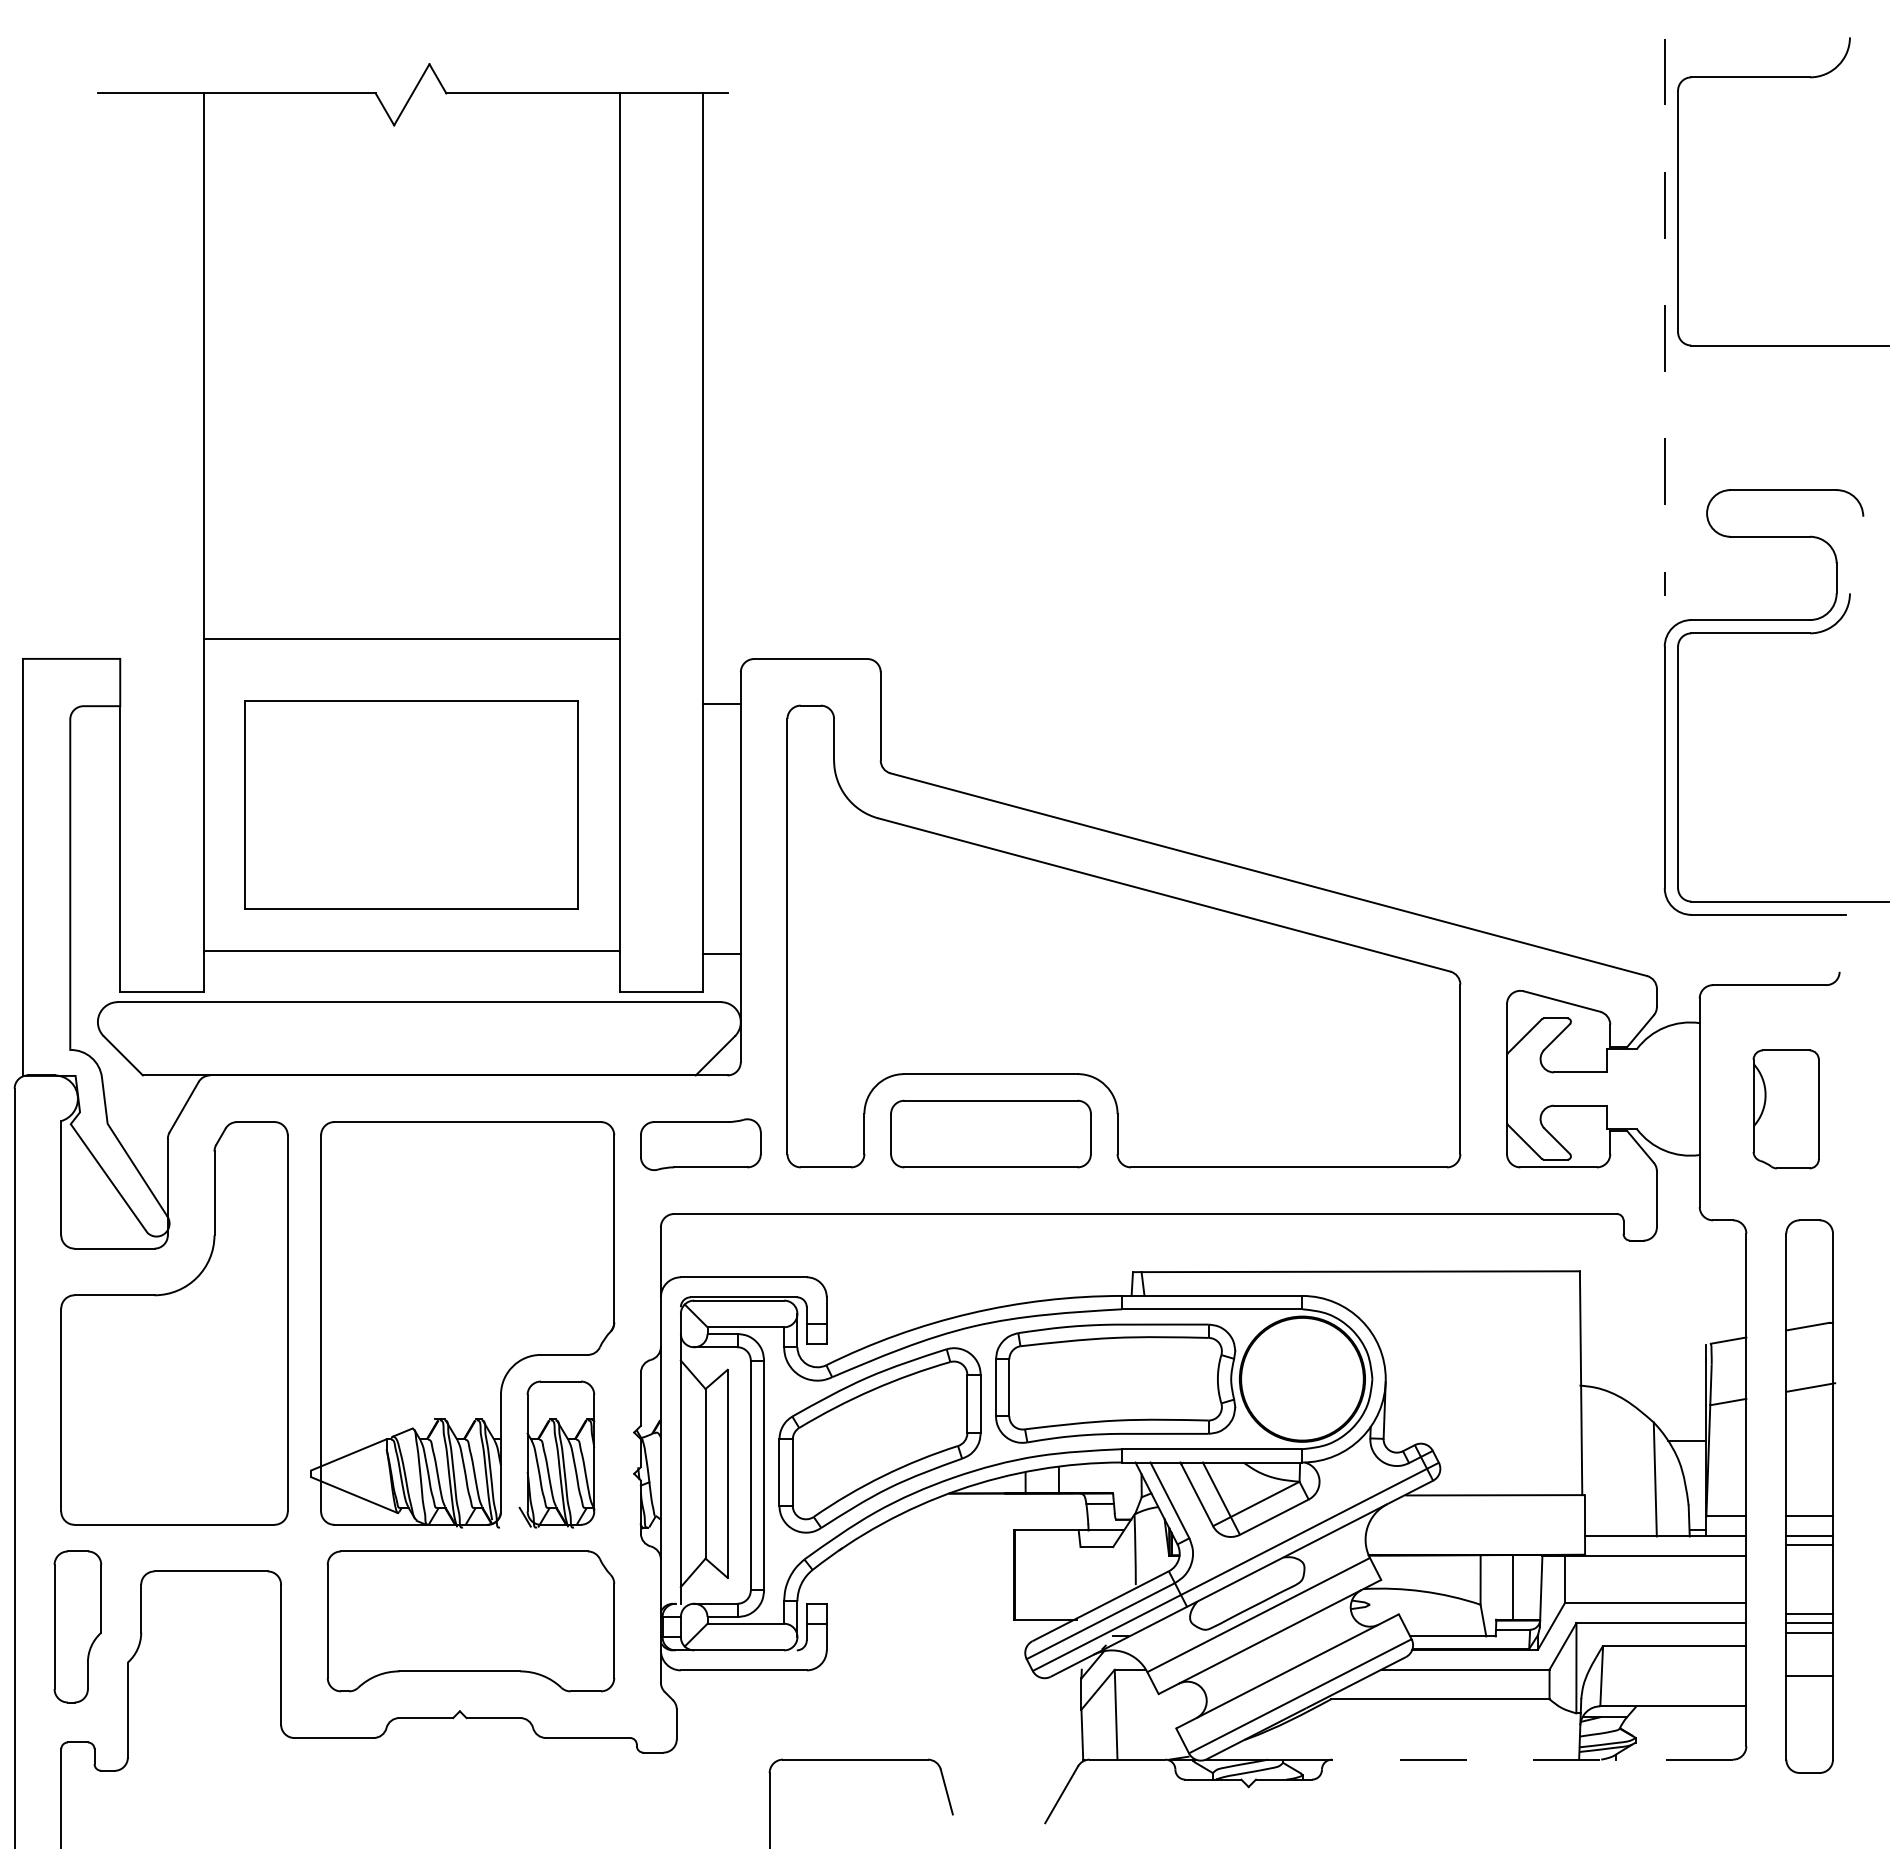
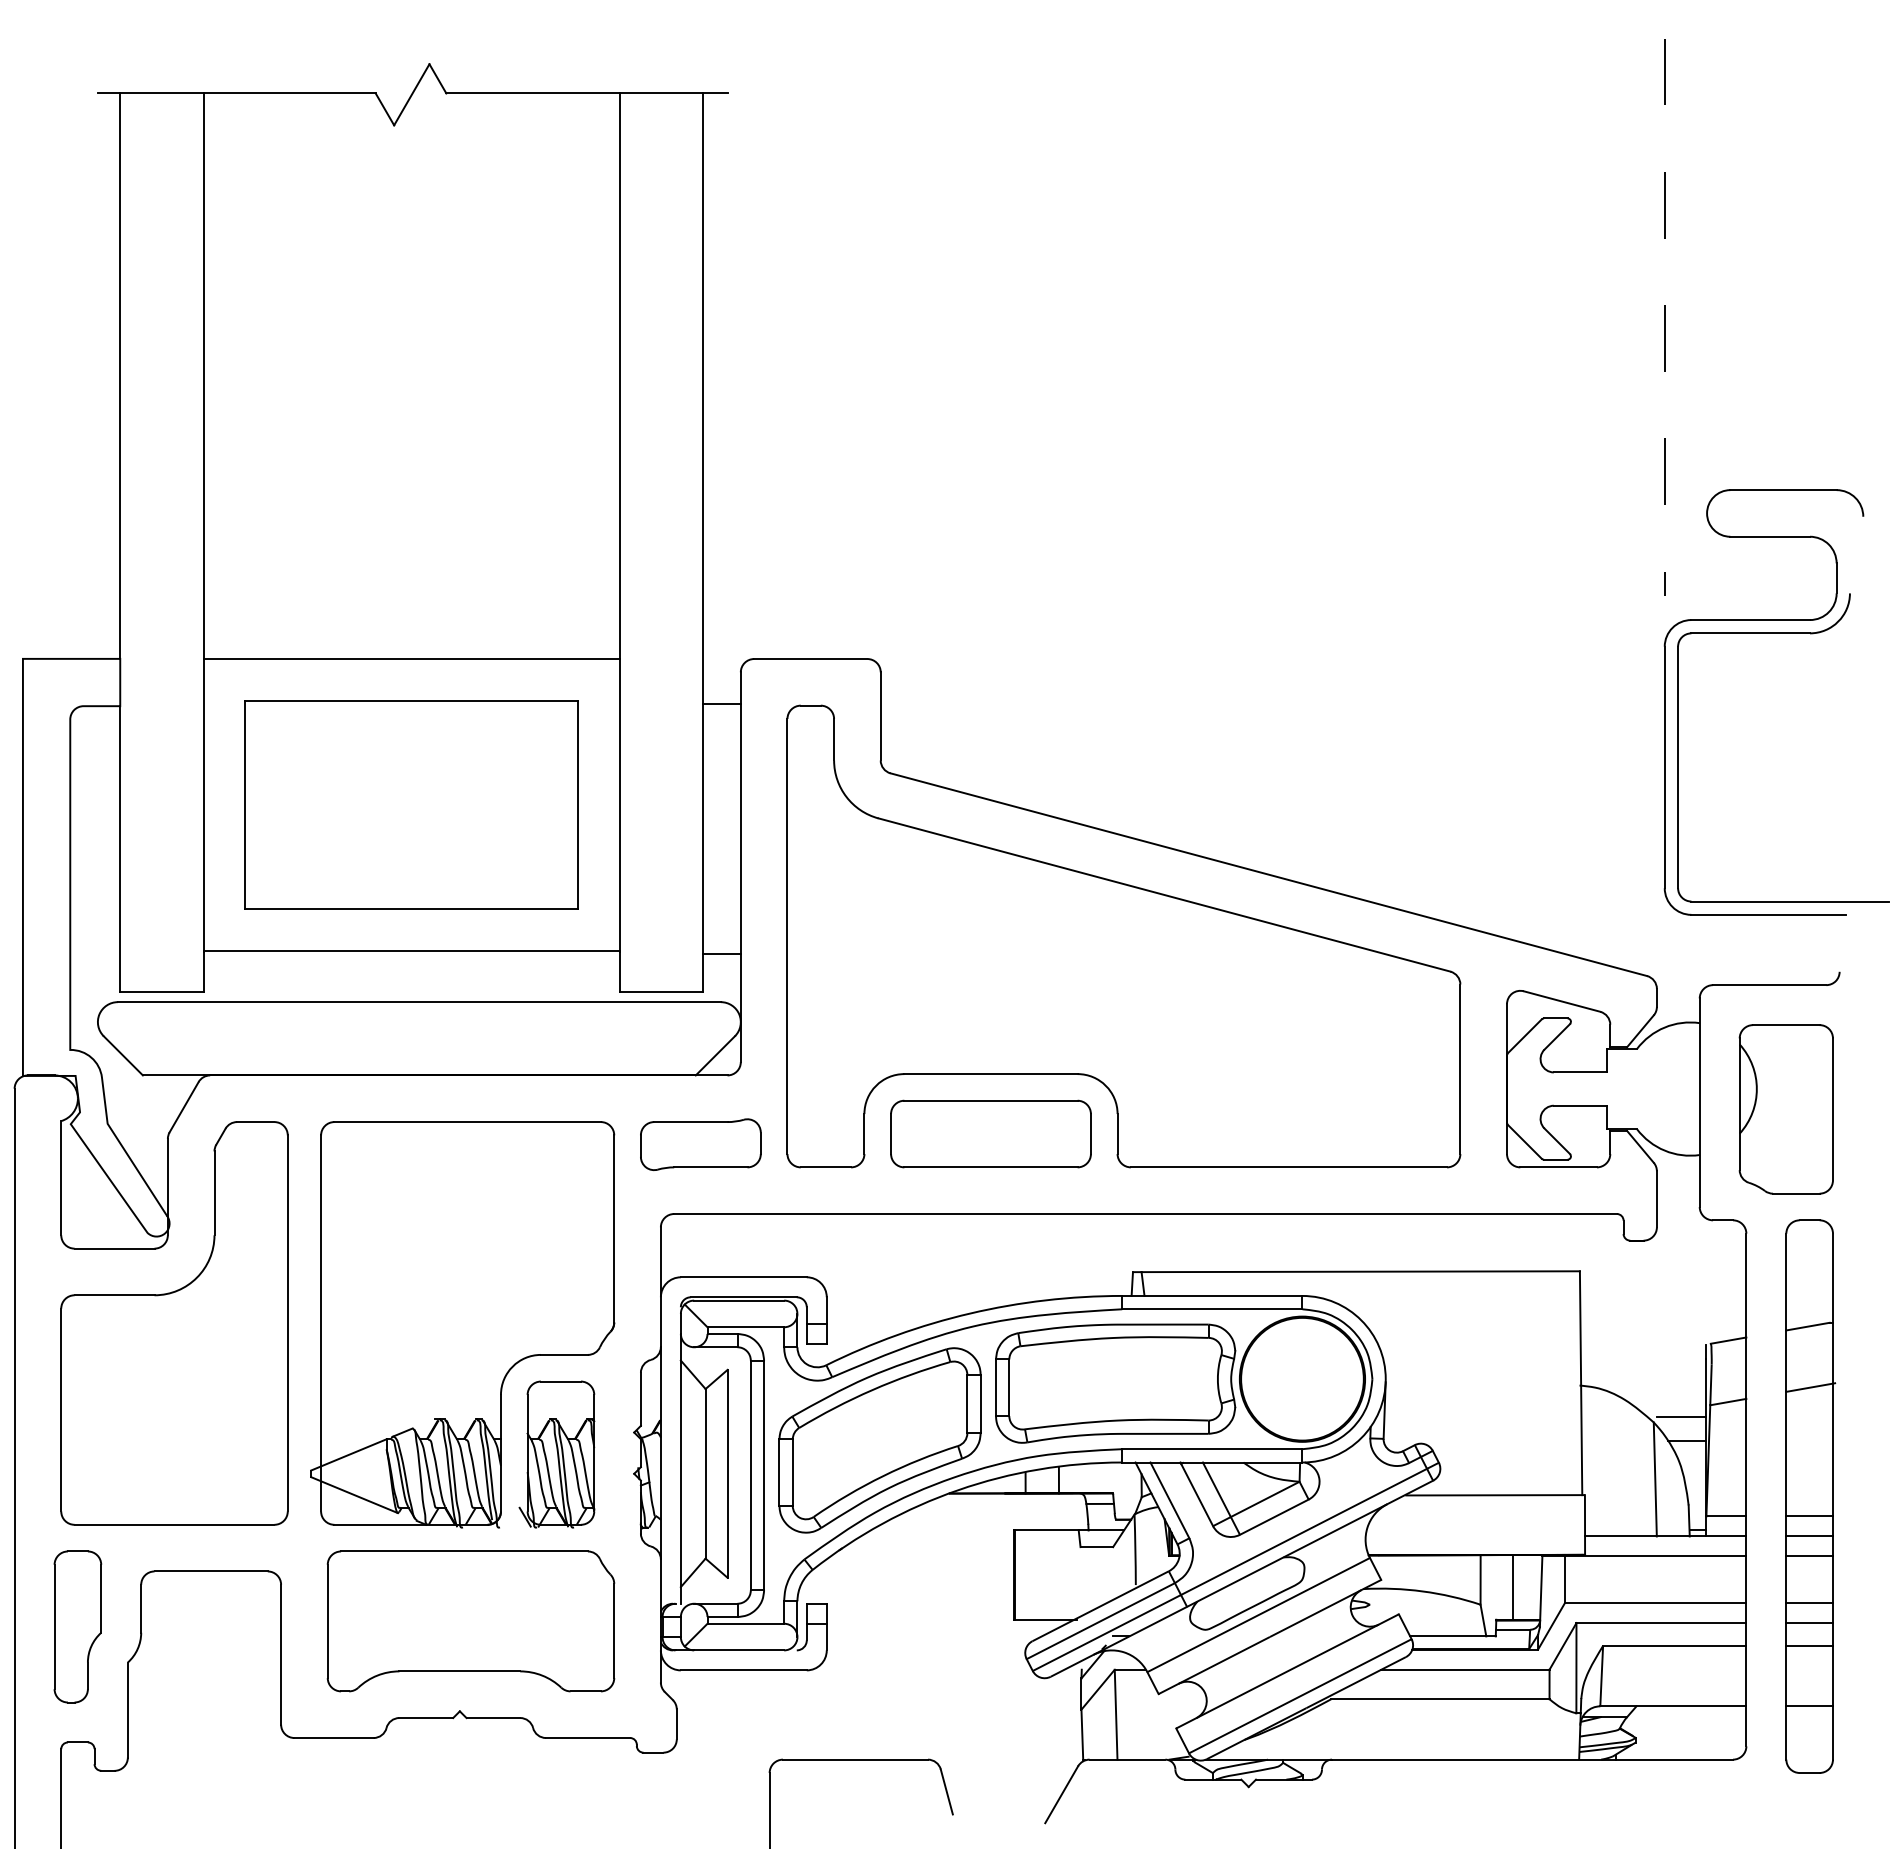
part at (1678, 191): present -> none
line at (120, 376): none -> present
line at (411, 639) position: (411, 639) -> (411, 659)
part at (1785, 1109) size: 68x121 px -> 96x171 px
line at (1681, 1417): none -> present
line at (1809, 1544) position: (1809, 1544) -> (1809, 1555)
line at (1809, 1614) position: (1809, 1614) -> (1809, 1603)
line at (1809, 1632) position: (1809, 1632) -> (1809, 1645)
line at (1809, 1676) position: (1809, 1676) -> (1809, 1706)
line at (1532, 1759): dashed -> solid
